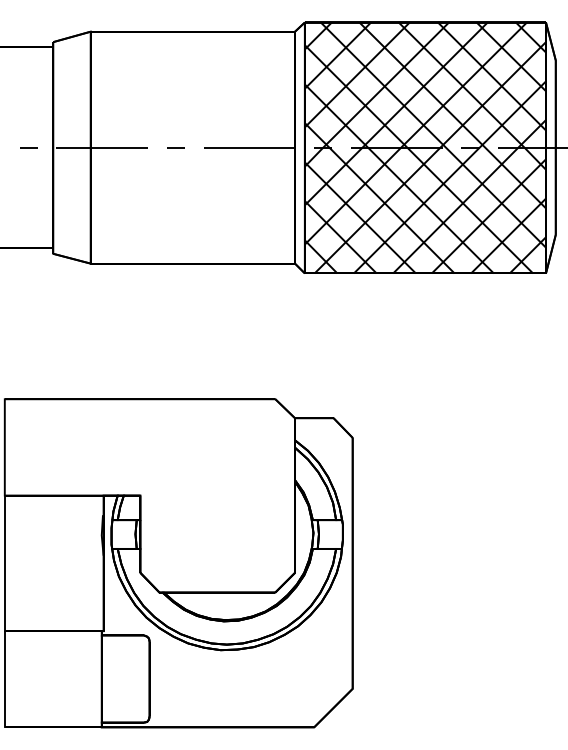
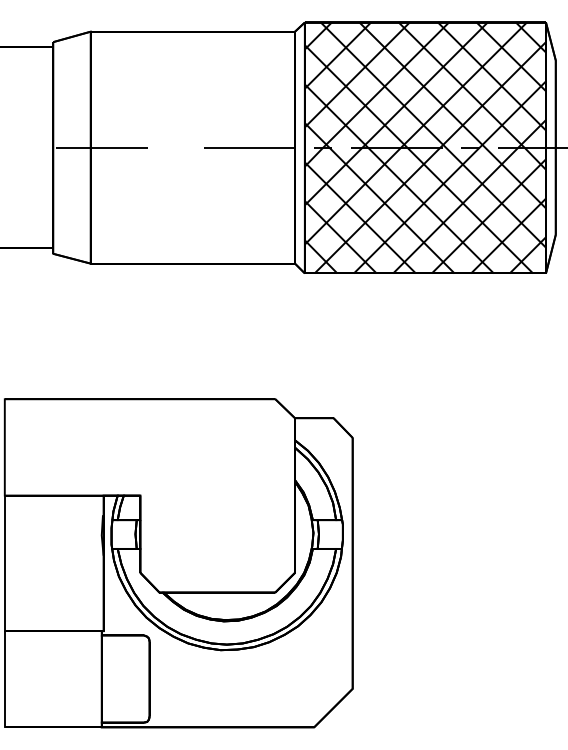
line at (28, 147): present -> none
line at (175, 147): present -> none
